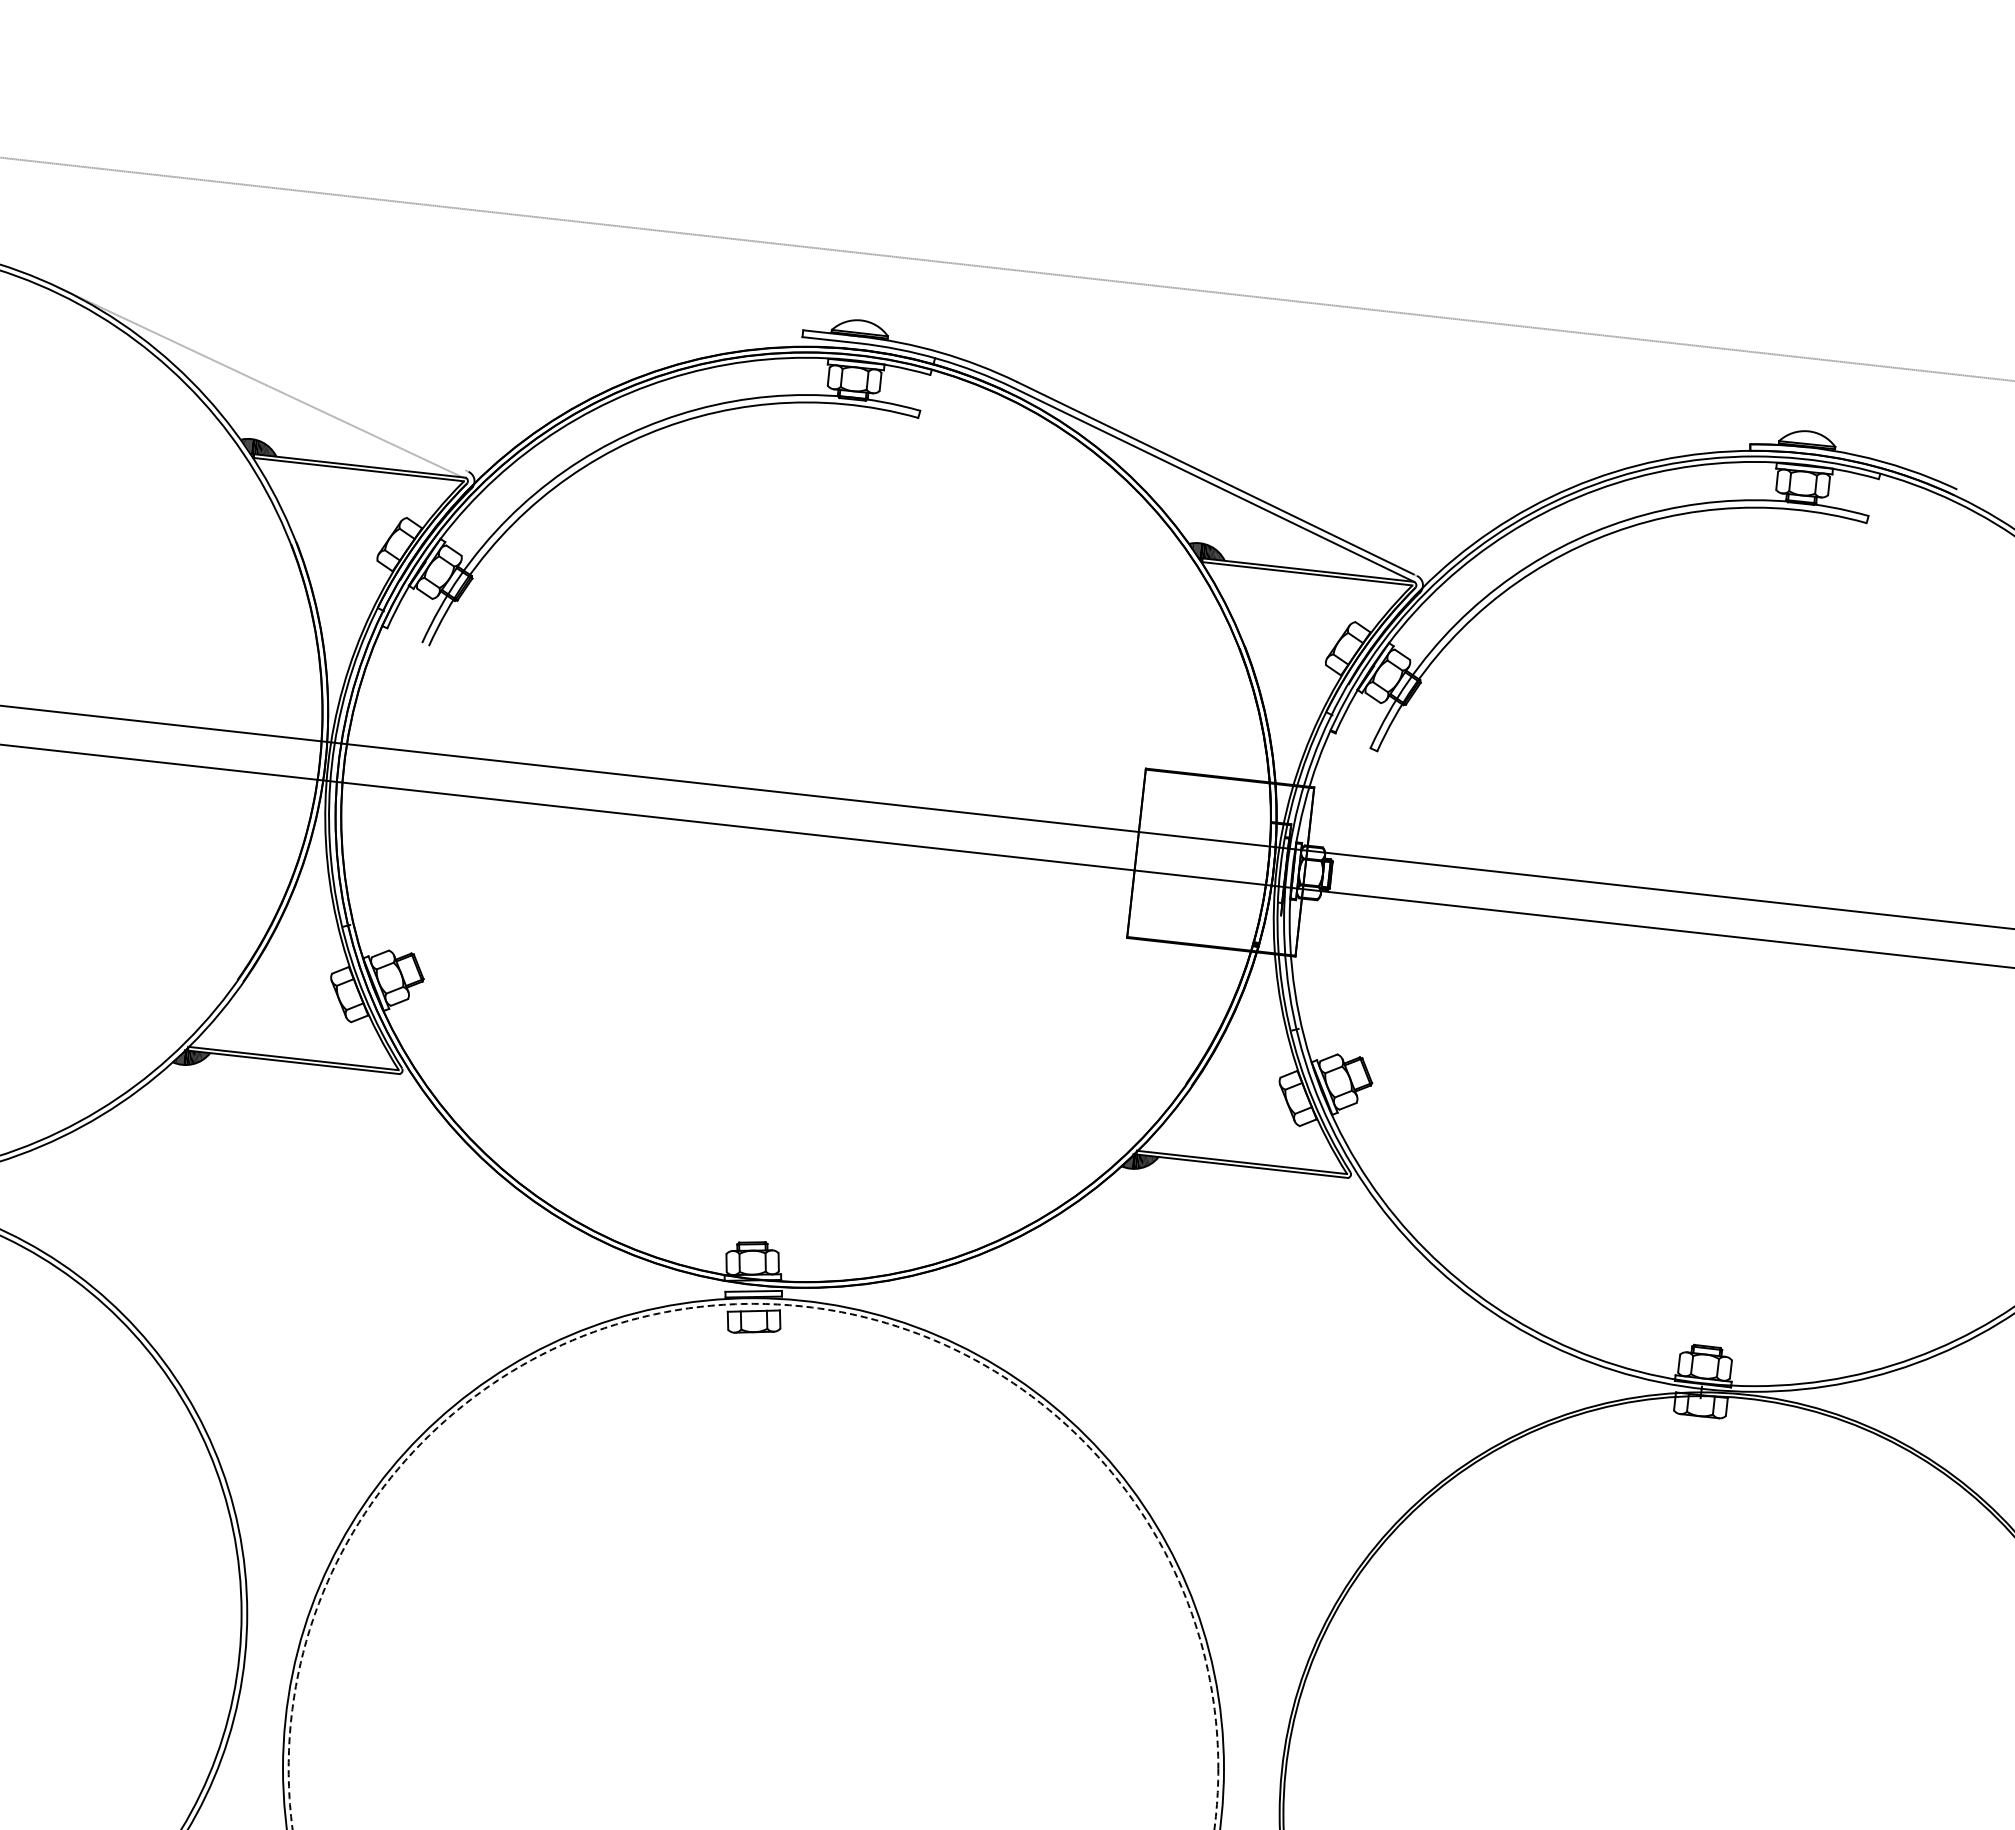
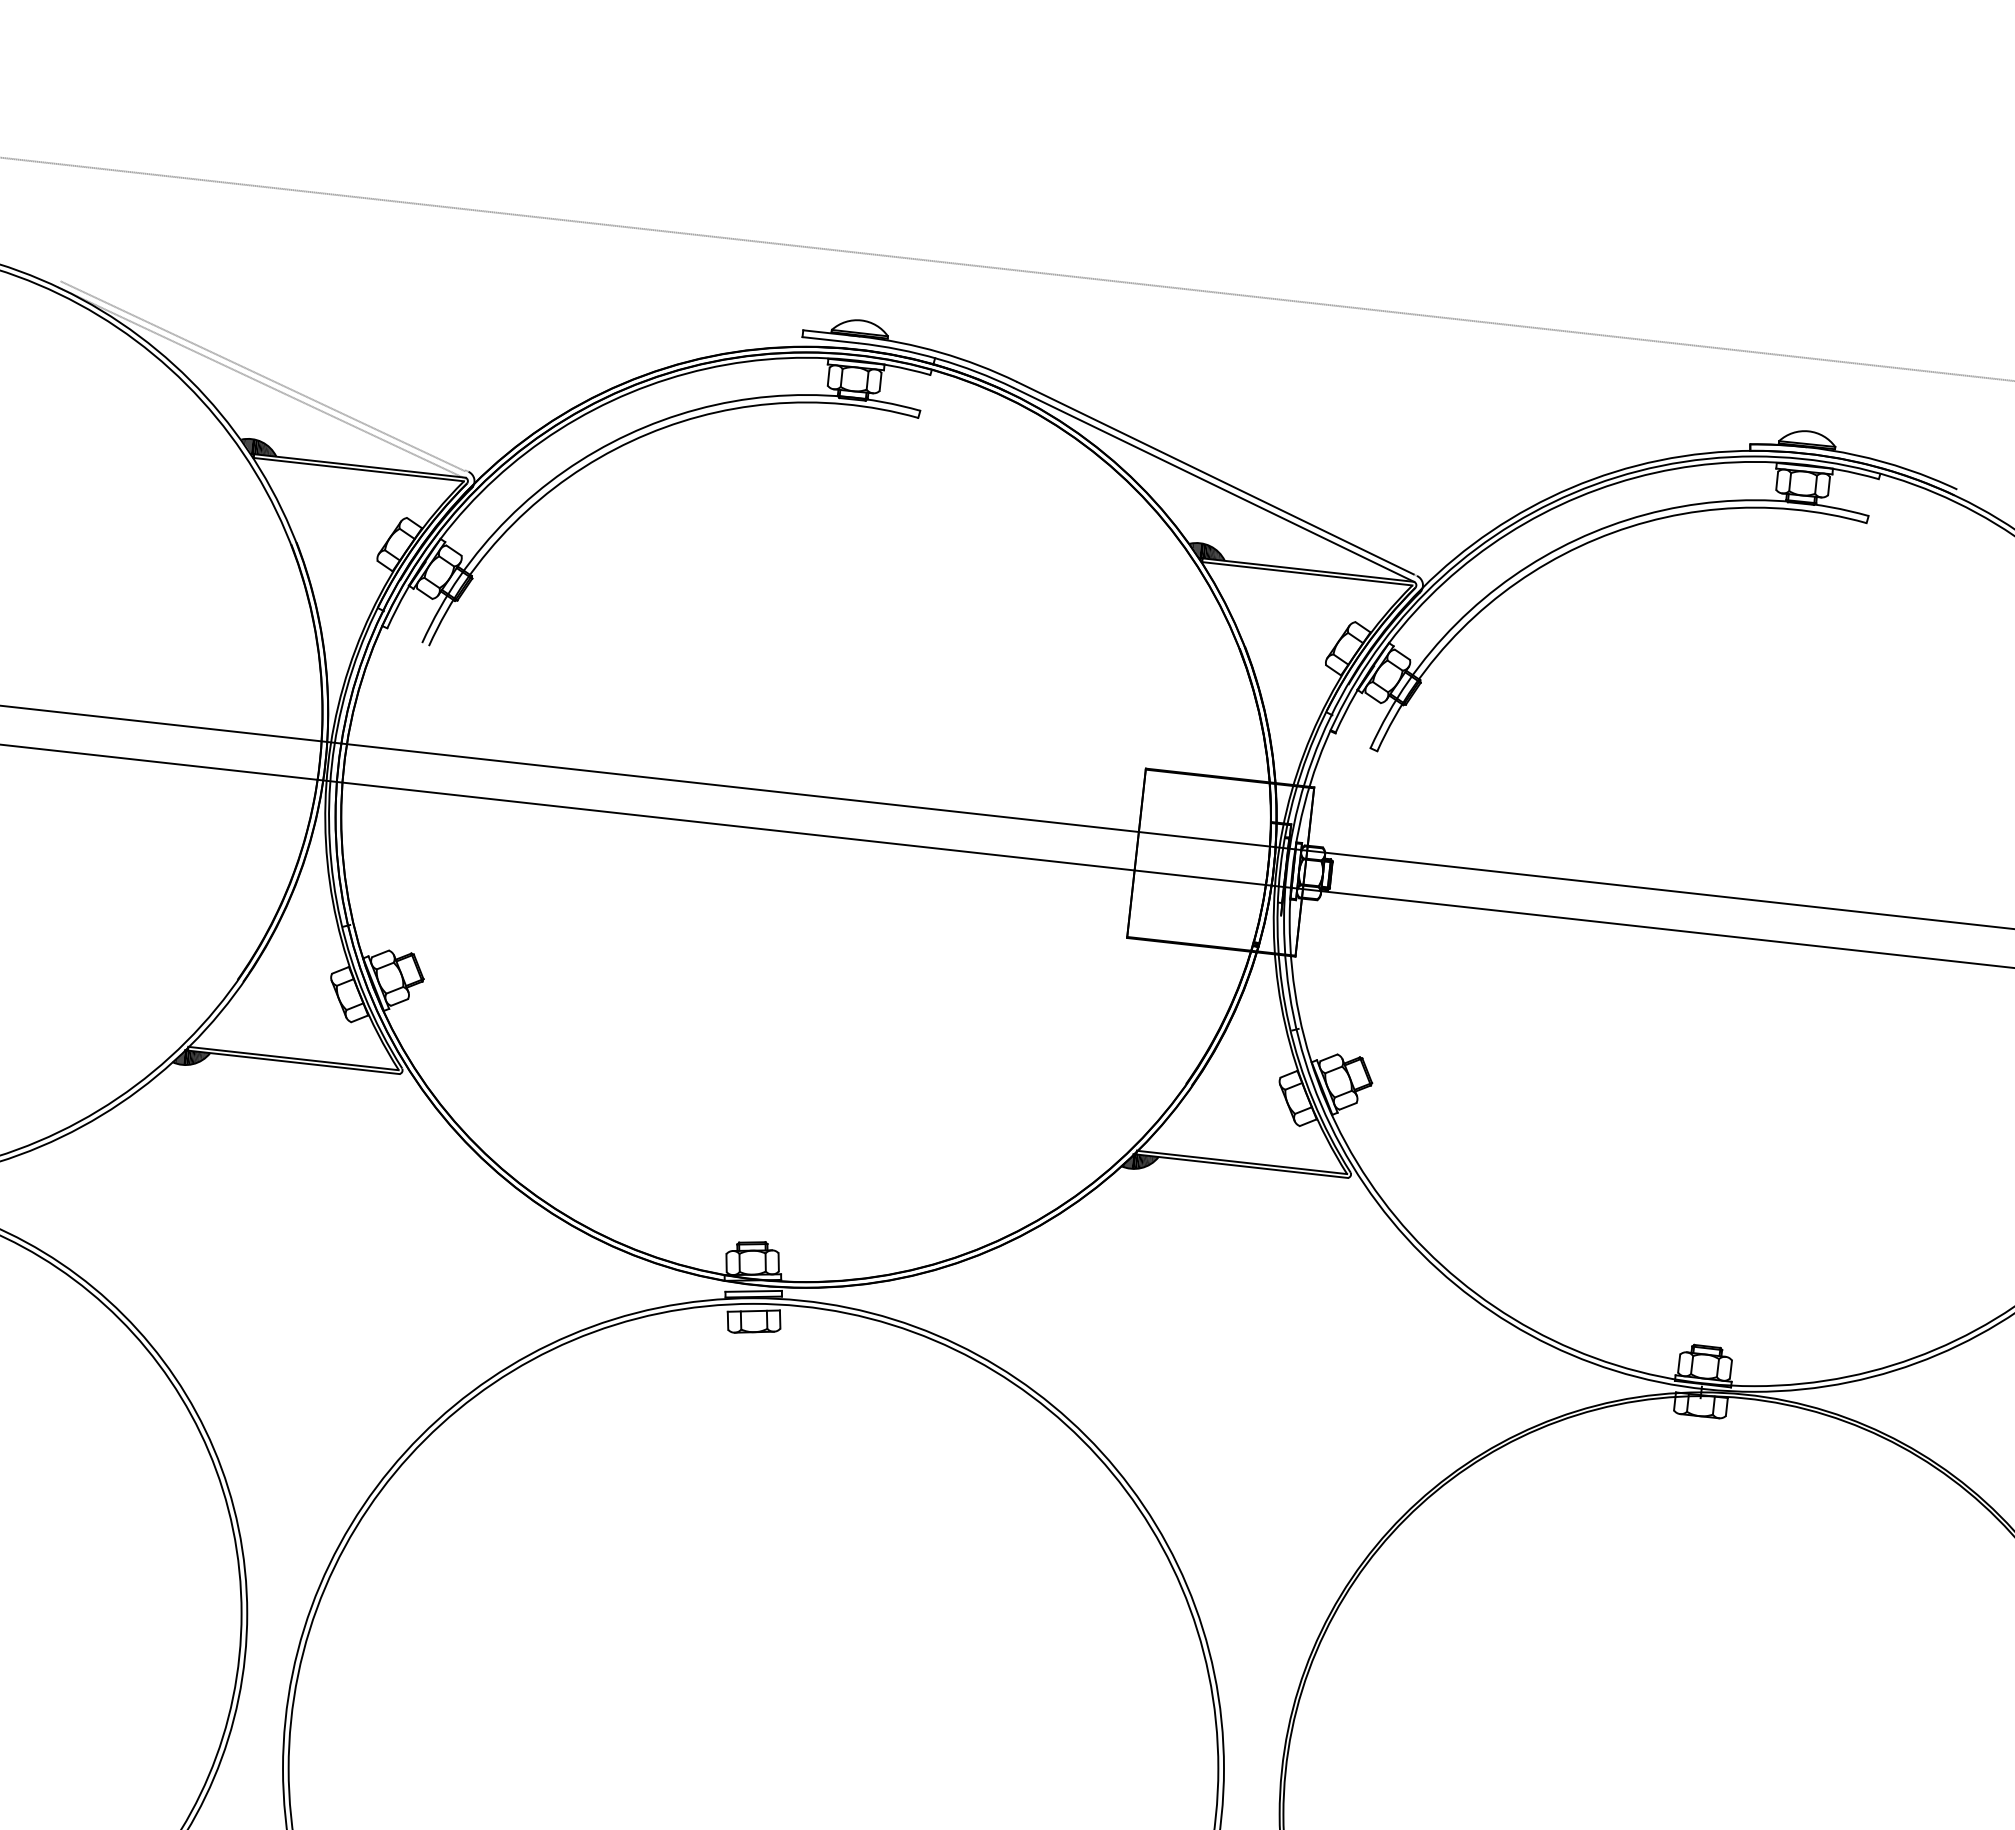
line at (262, 376): none -> present
circle at (753, 1566): dashed -> solid
